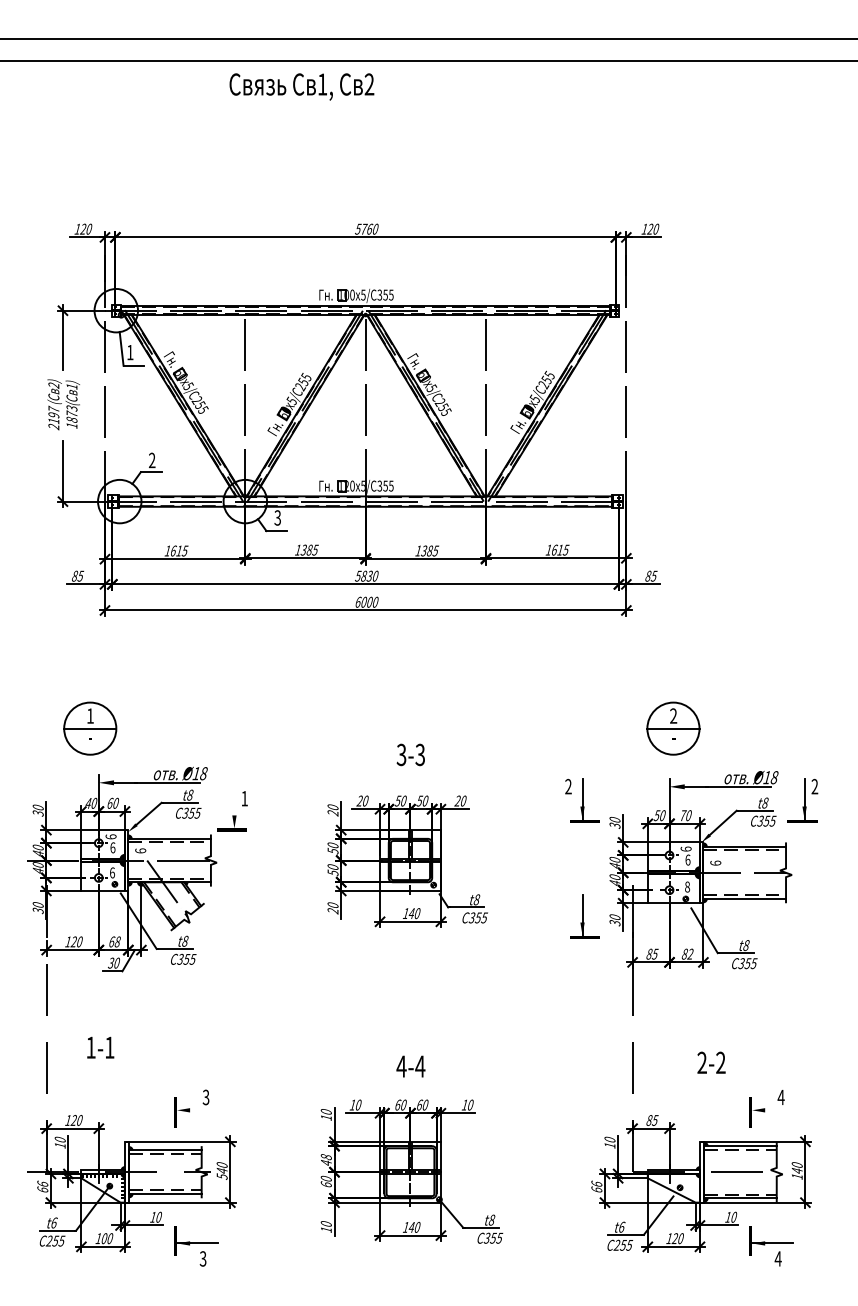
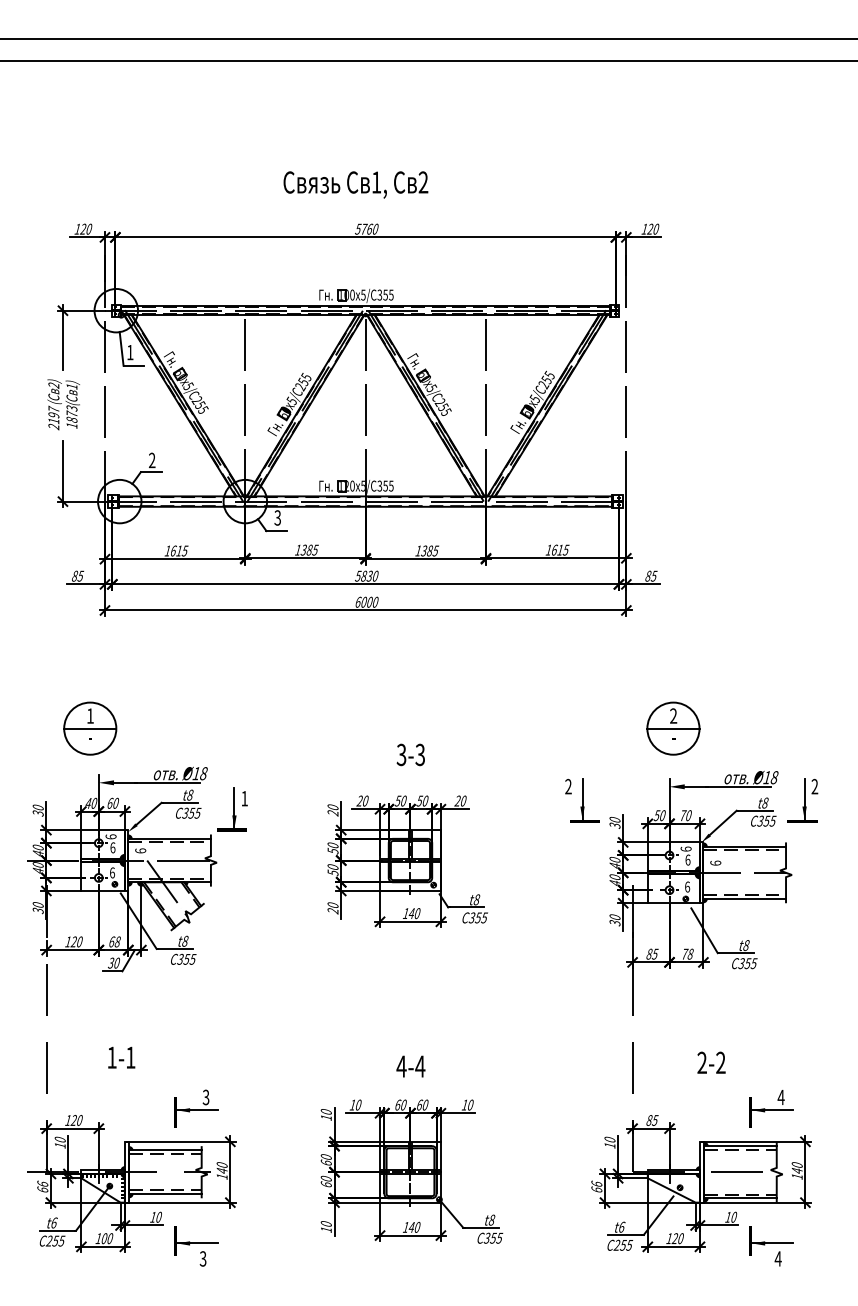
text at (301, 86) position: (301, 86) -> (355, 184)
line at (234, 807): none -> present
text at (687, 886): 8 -> 6
part at (584, 916): present -> none
text at (687, 953): 82 -> 78
text at (100, 1047) position: (100, 1047) -> (121, 1057)
line at (197, 1110): none -> present
line at (772, 1110): none -> present
text at (325, 1159): 48 -> 60
text at (221, 1176): 540 -> 140
